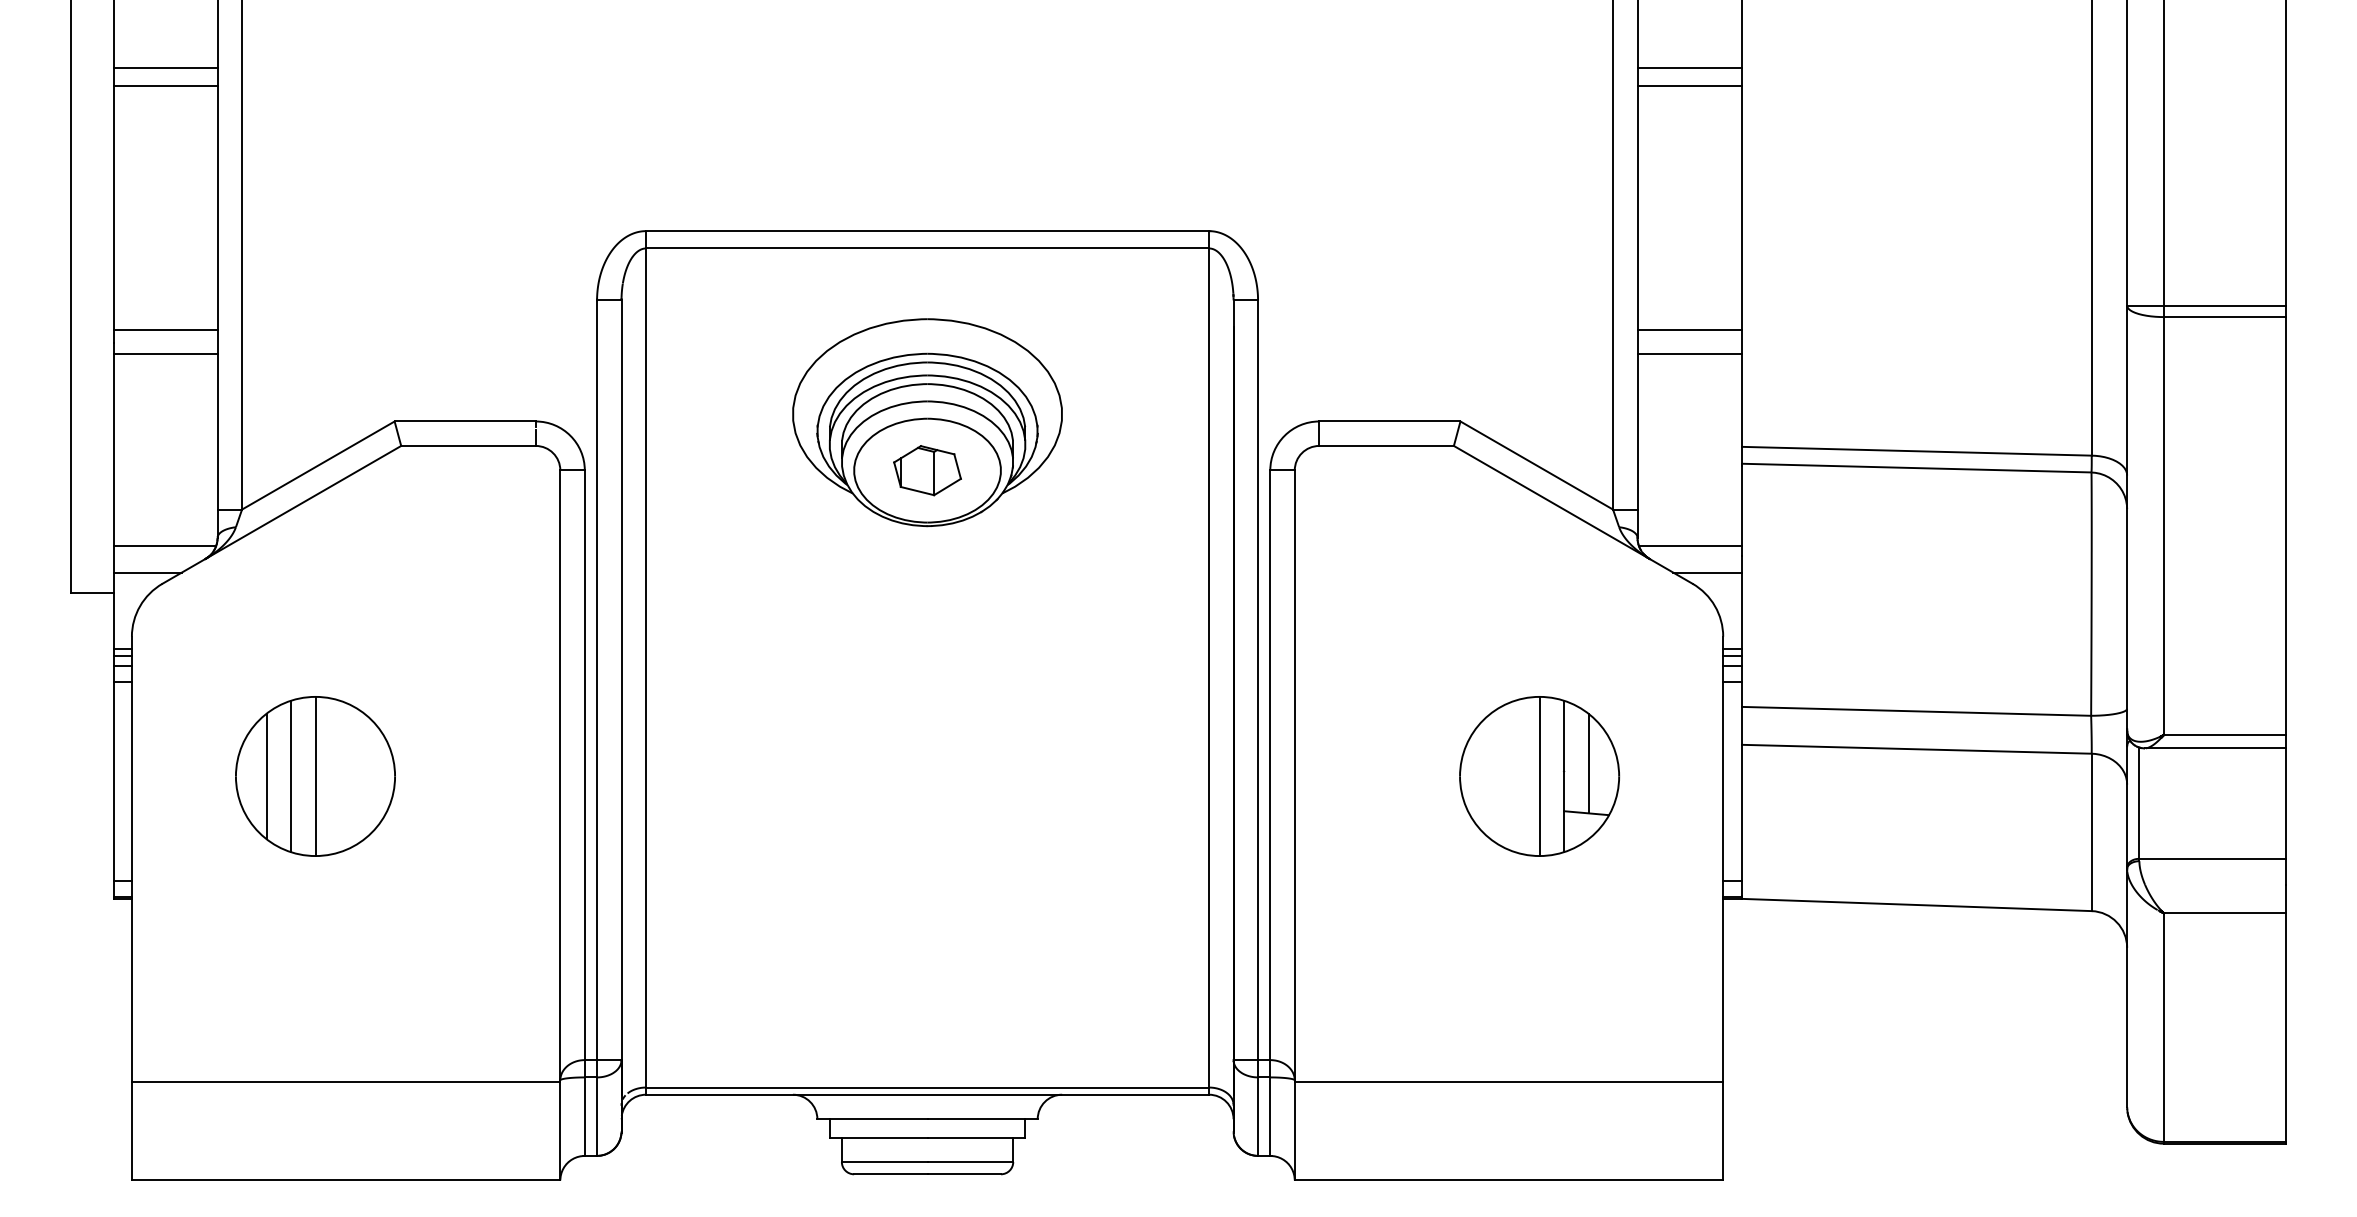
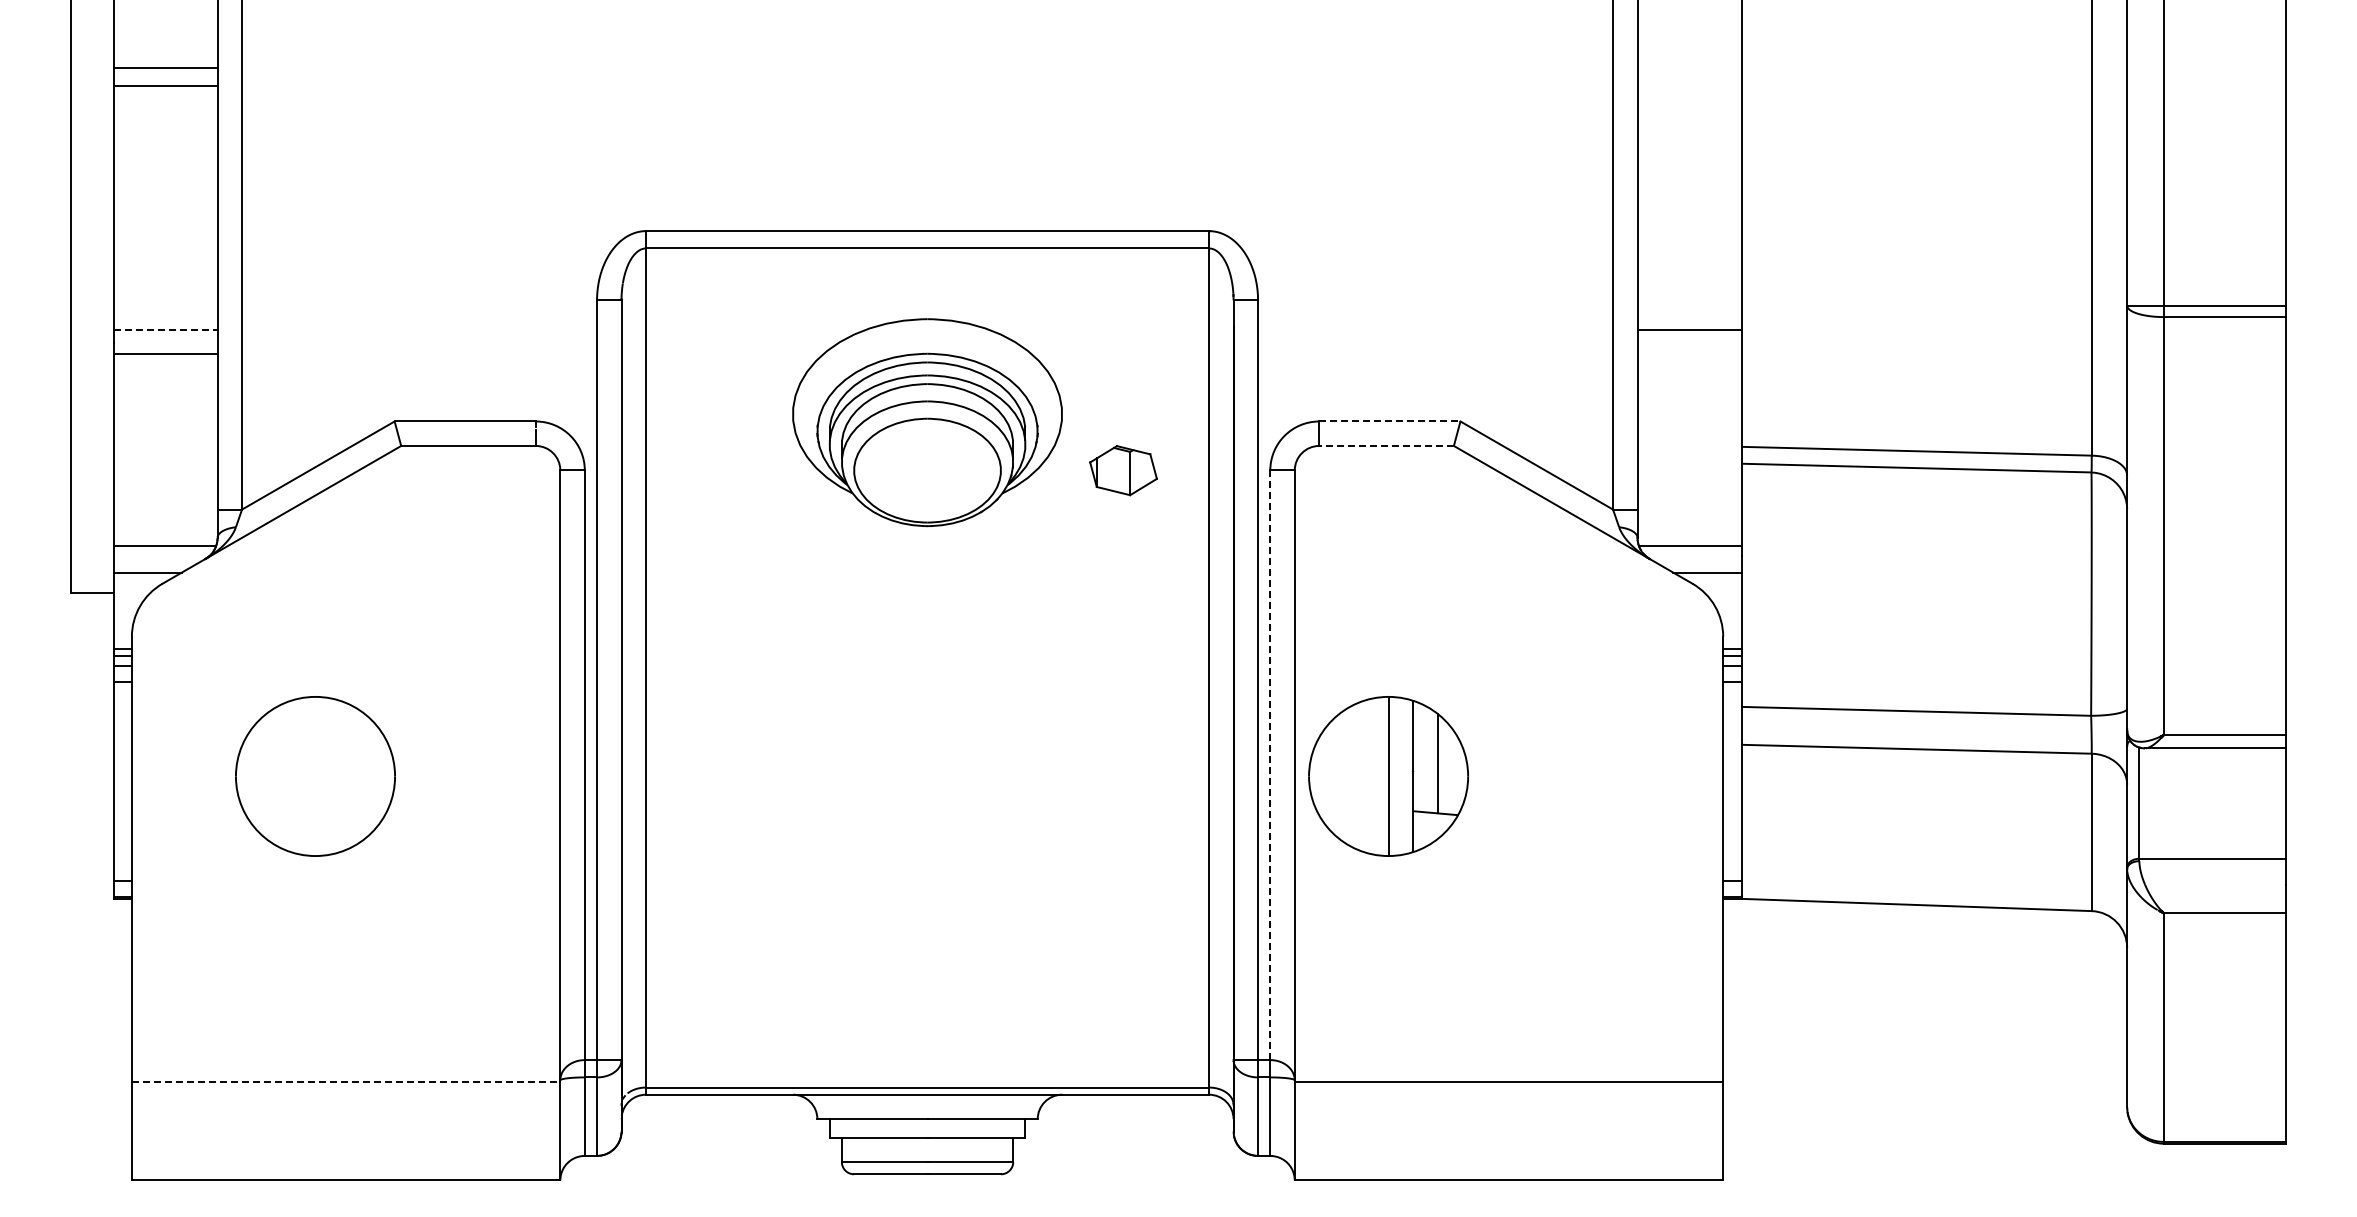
line at (1689, 67): present -> none
line at (1689, 85): present -> none
line at (166, 330): solid -> dashed
line at (1689, 353): present -> none
line at (1389, 421): solid -> dashed
line at (1386, 445): solid -> dashed
part at (927, 470) position: (927, 470) -> (1123, 470)
line at (1270, 765): solid -> dashed
line at (266, 775): present -> none
line at (291, 776): present -> none
line at (315, 776): present -> none
part at (1539, 776) position: (1539, 776) -> (1388, 776)
line at (346, 1082): solid -> dashed
